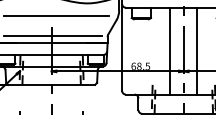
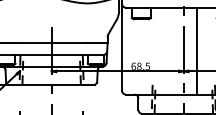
line at (56, 15): present -> none
line at (52, 35): present -> none
line at (170, 50): present -> none
